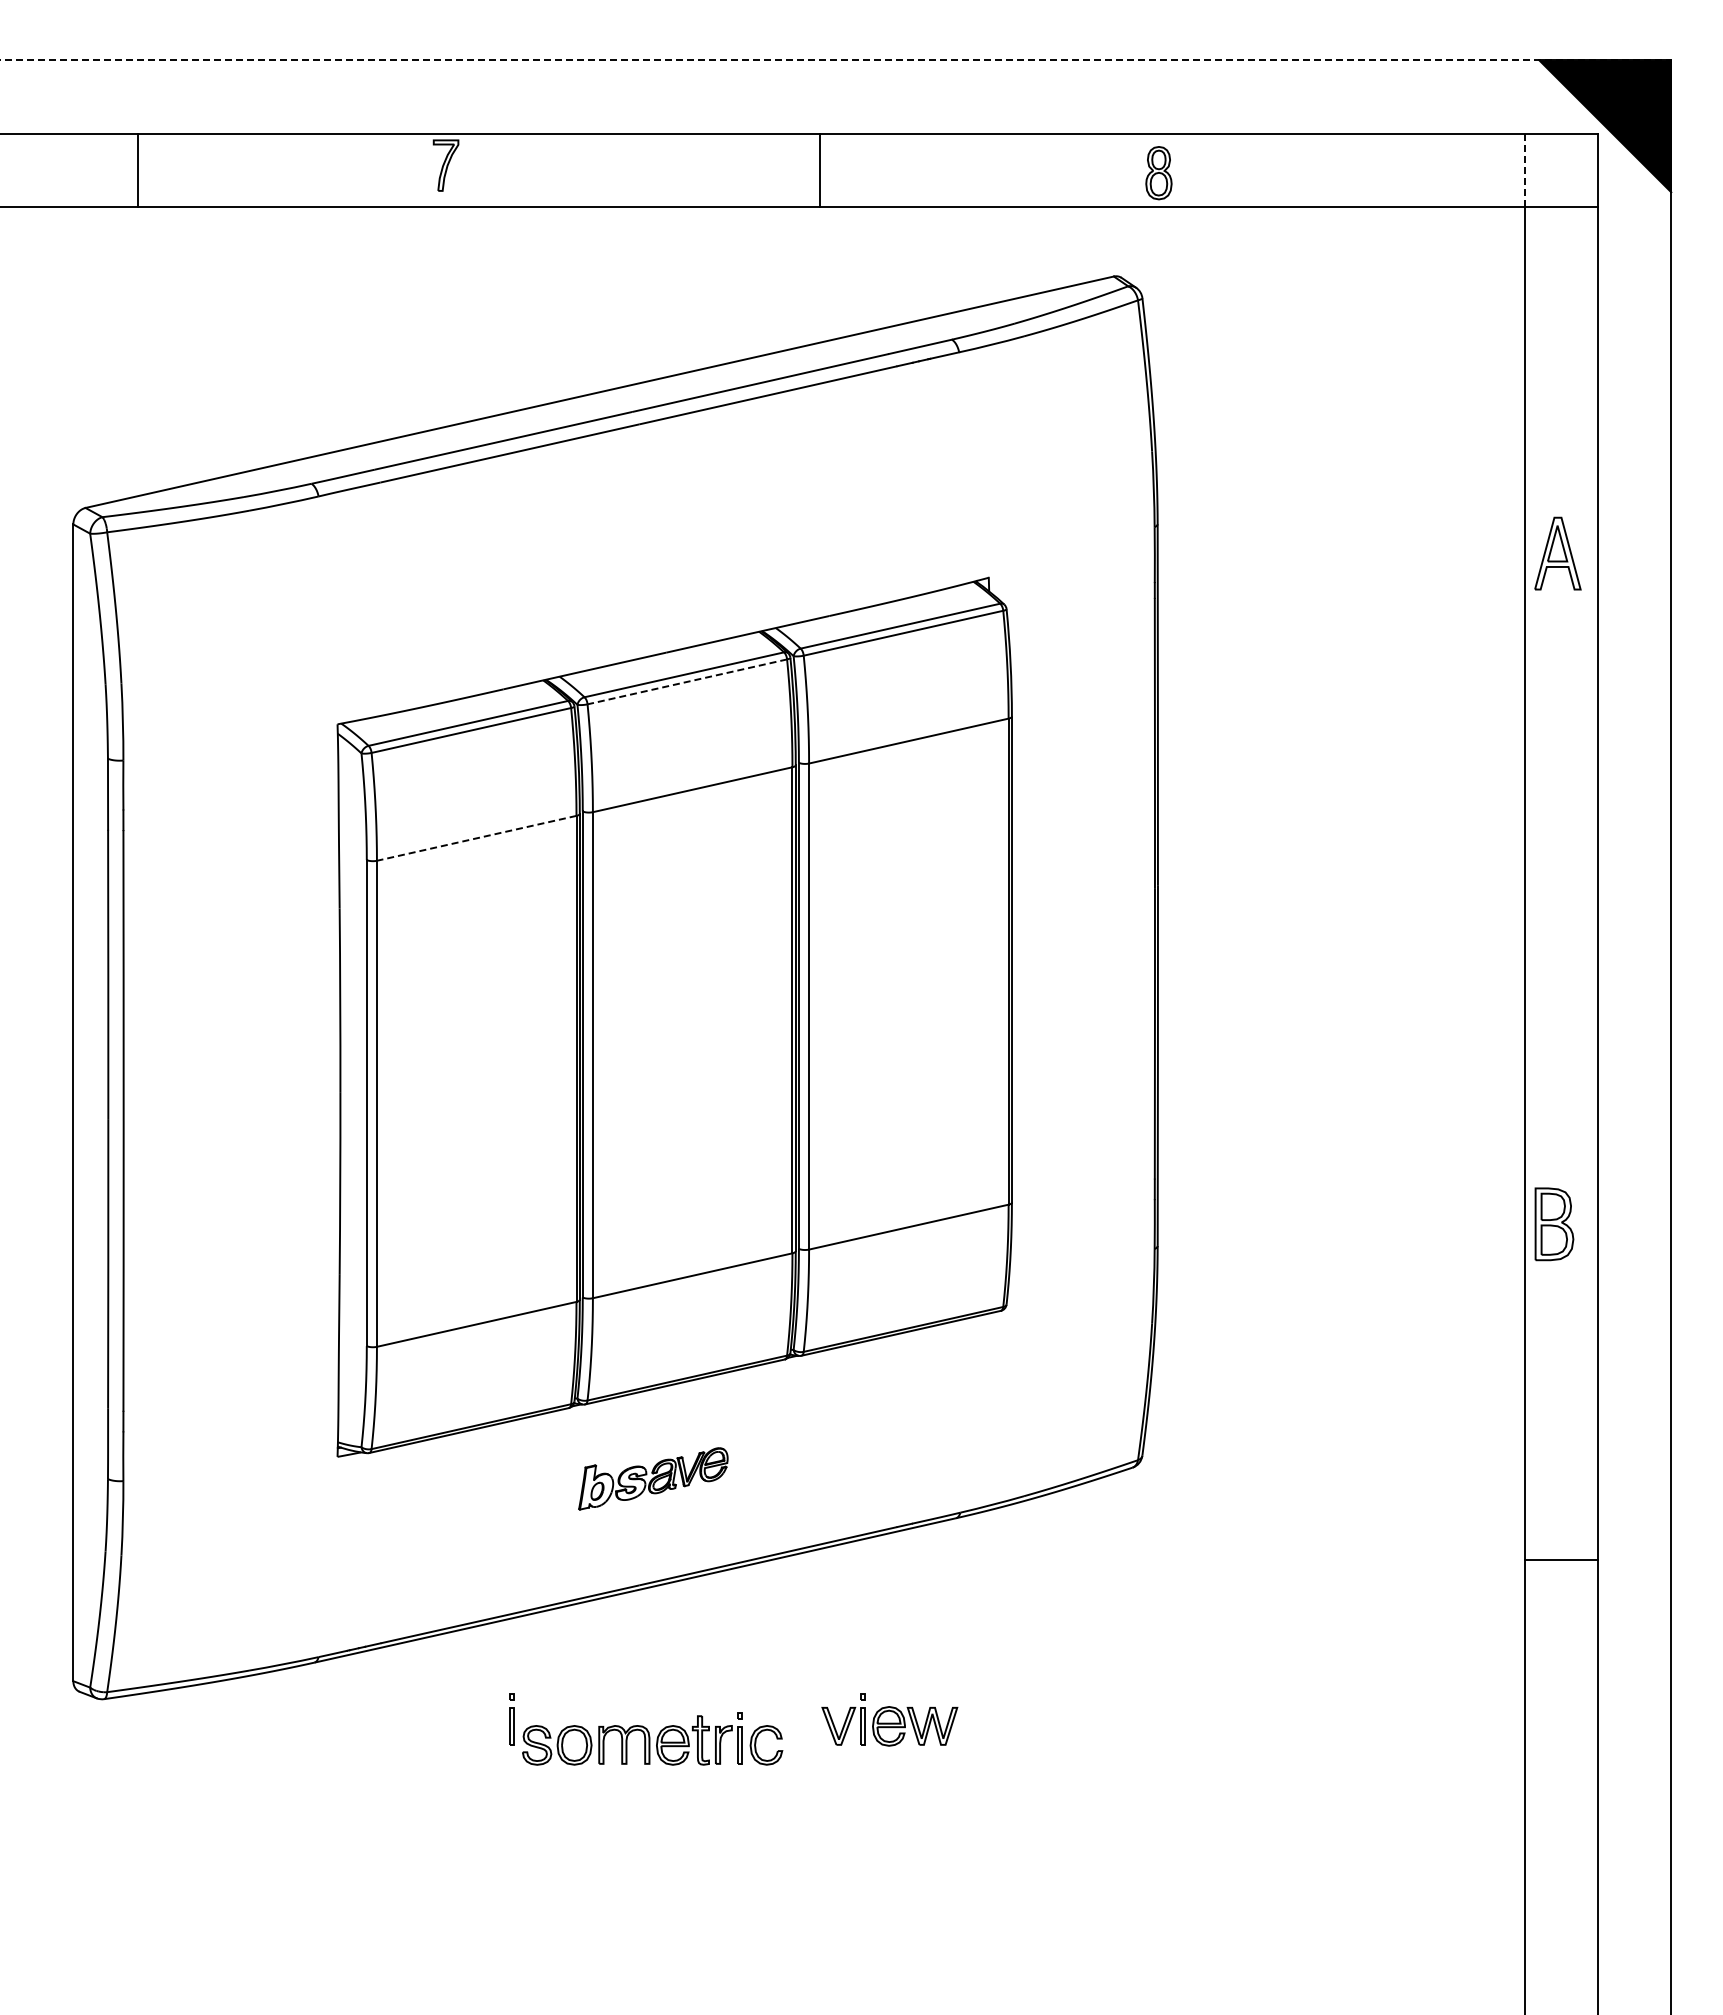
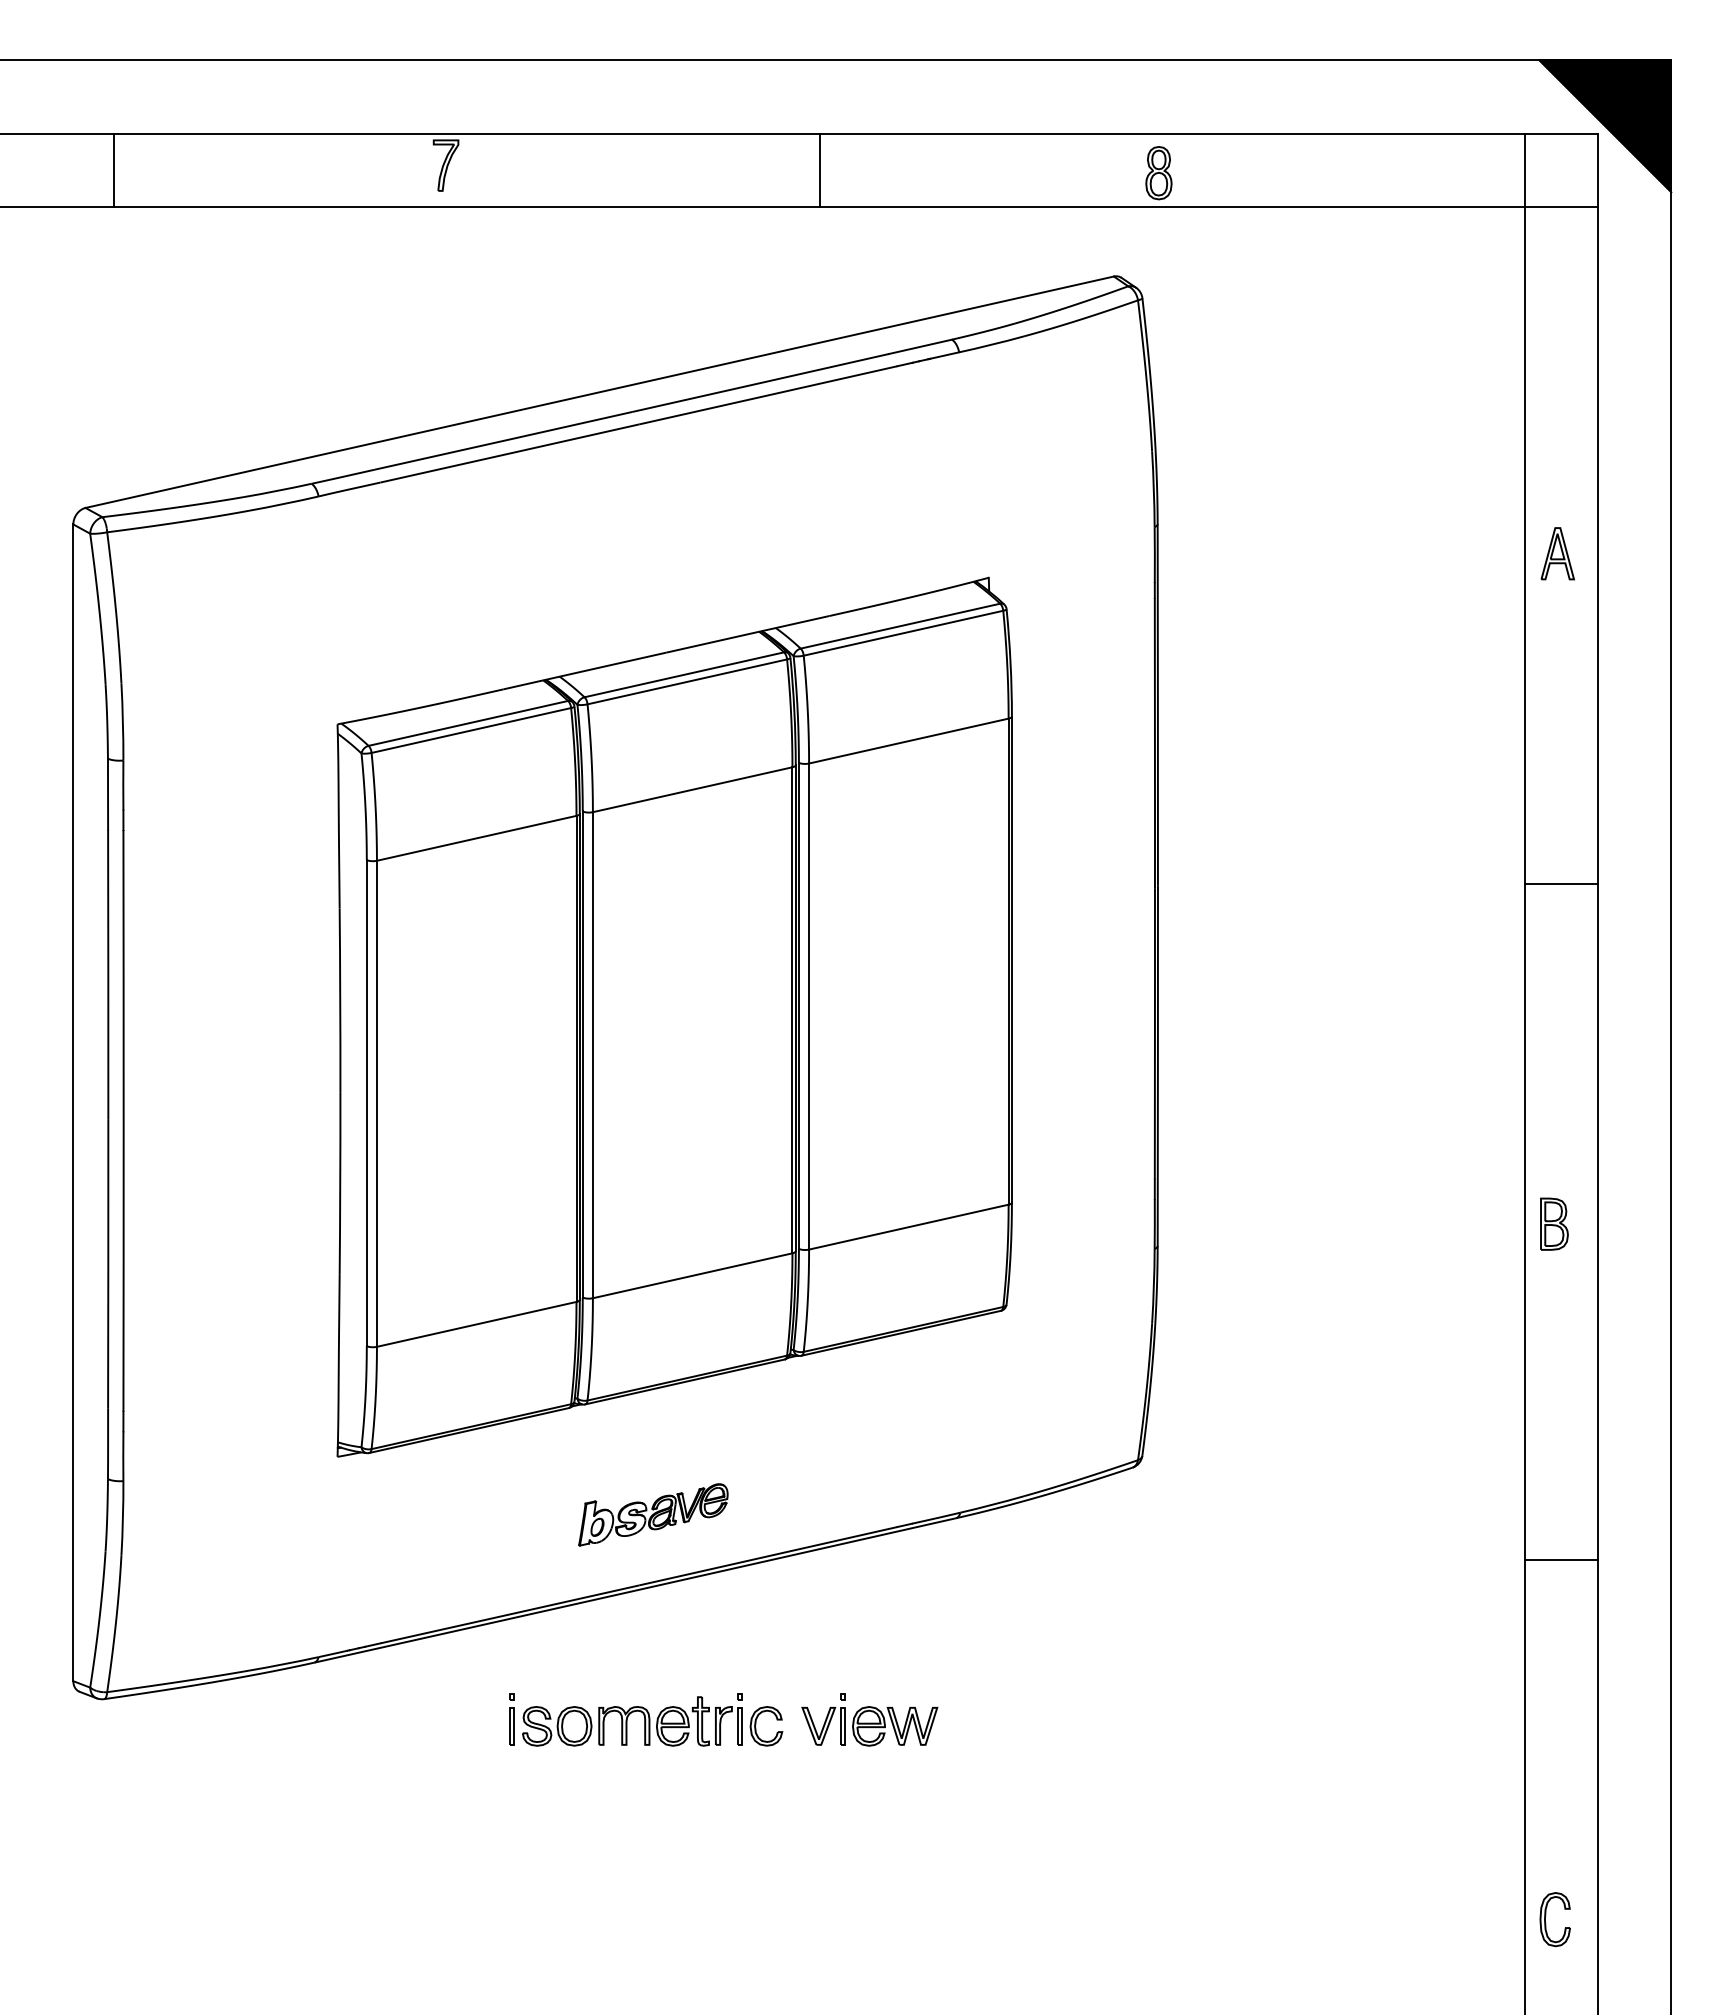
line at (836, 60): dashed -> solid
line at (138, 169) position: (138, 169) -> (114, 169)
line at (1524, 170): dashed -> solid
part at (1557, 553) size: 48x75 px -> 35x54 px
line at (686, 682): dashed -> solid
line at (476, 838): dashed -> solid
line at (1561, 883): none -> present
part at (1554, 1224) size: 41x75 px -> 29x54 px
part at (653, 1478) position: (653, 1478) -> (653, 1514)
part at (889, 1719) position: (889, 1719) -> (869, 1719)
part at (652, 1738) position: (652, 1738) -> (652, 1719)
part at (1546, 1915): none -> present
